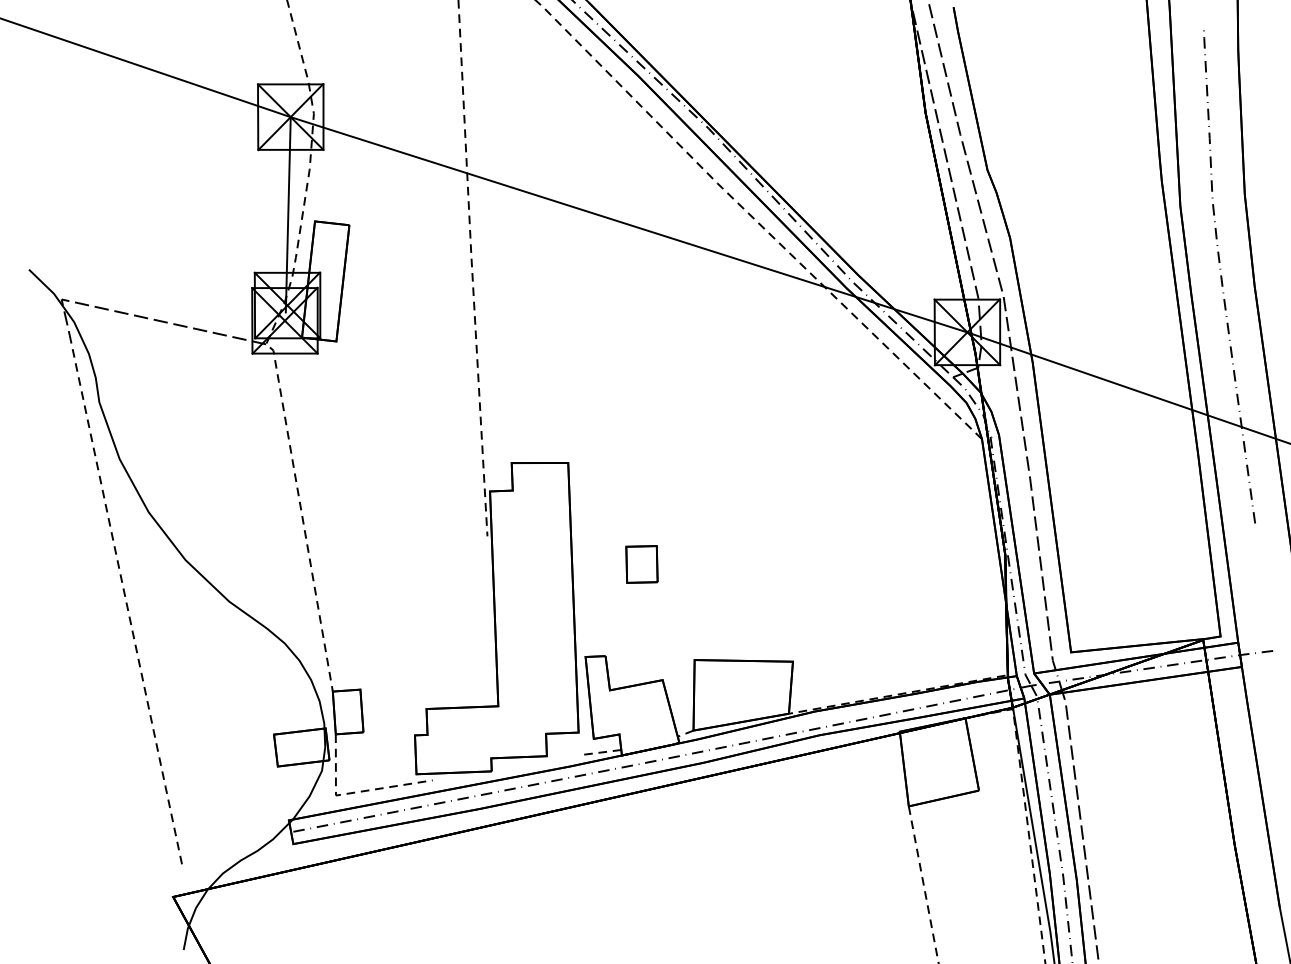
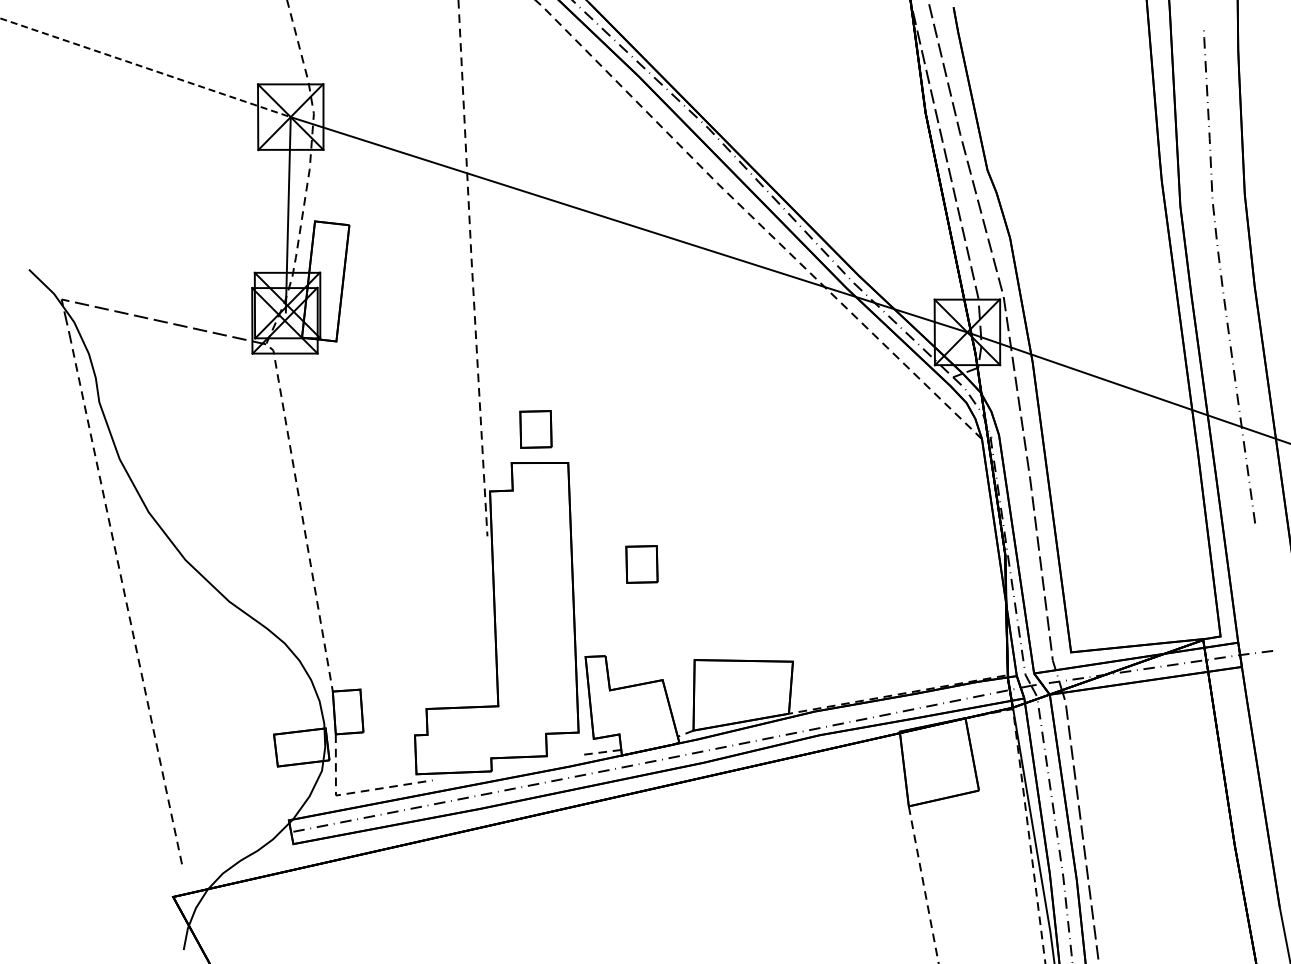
line at (145, 67): solid -> dashed
part at (535, 429): none -> present
